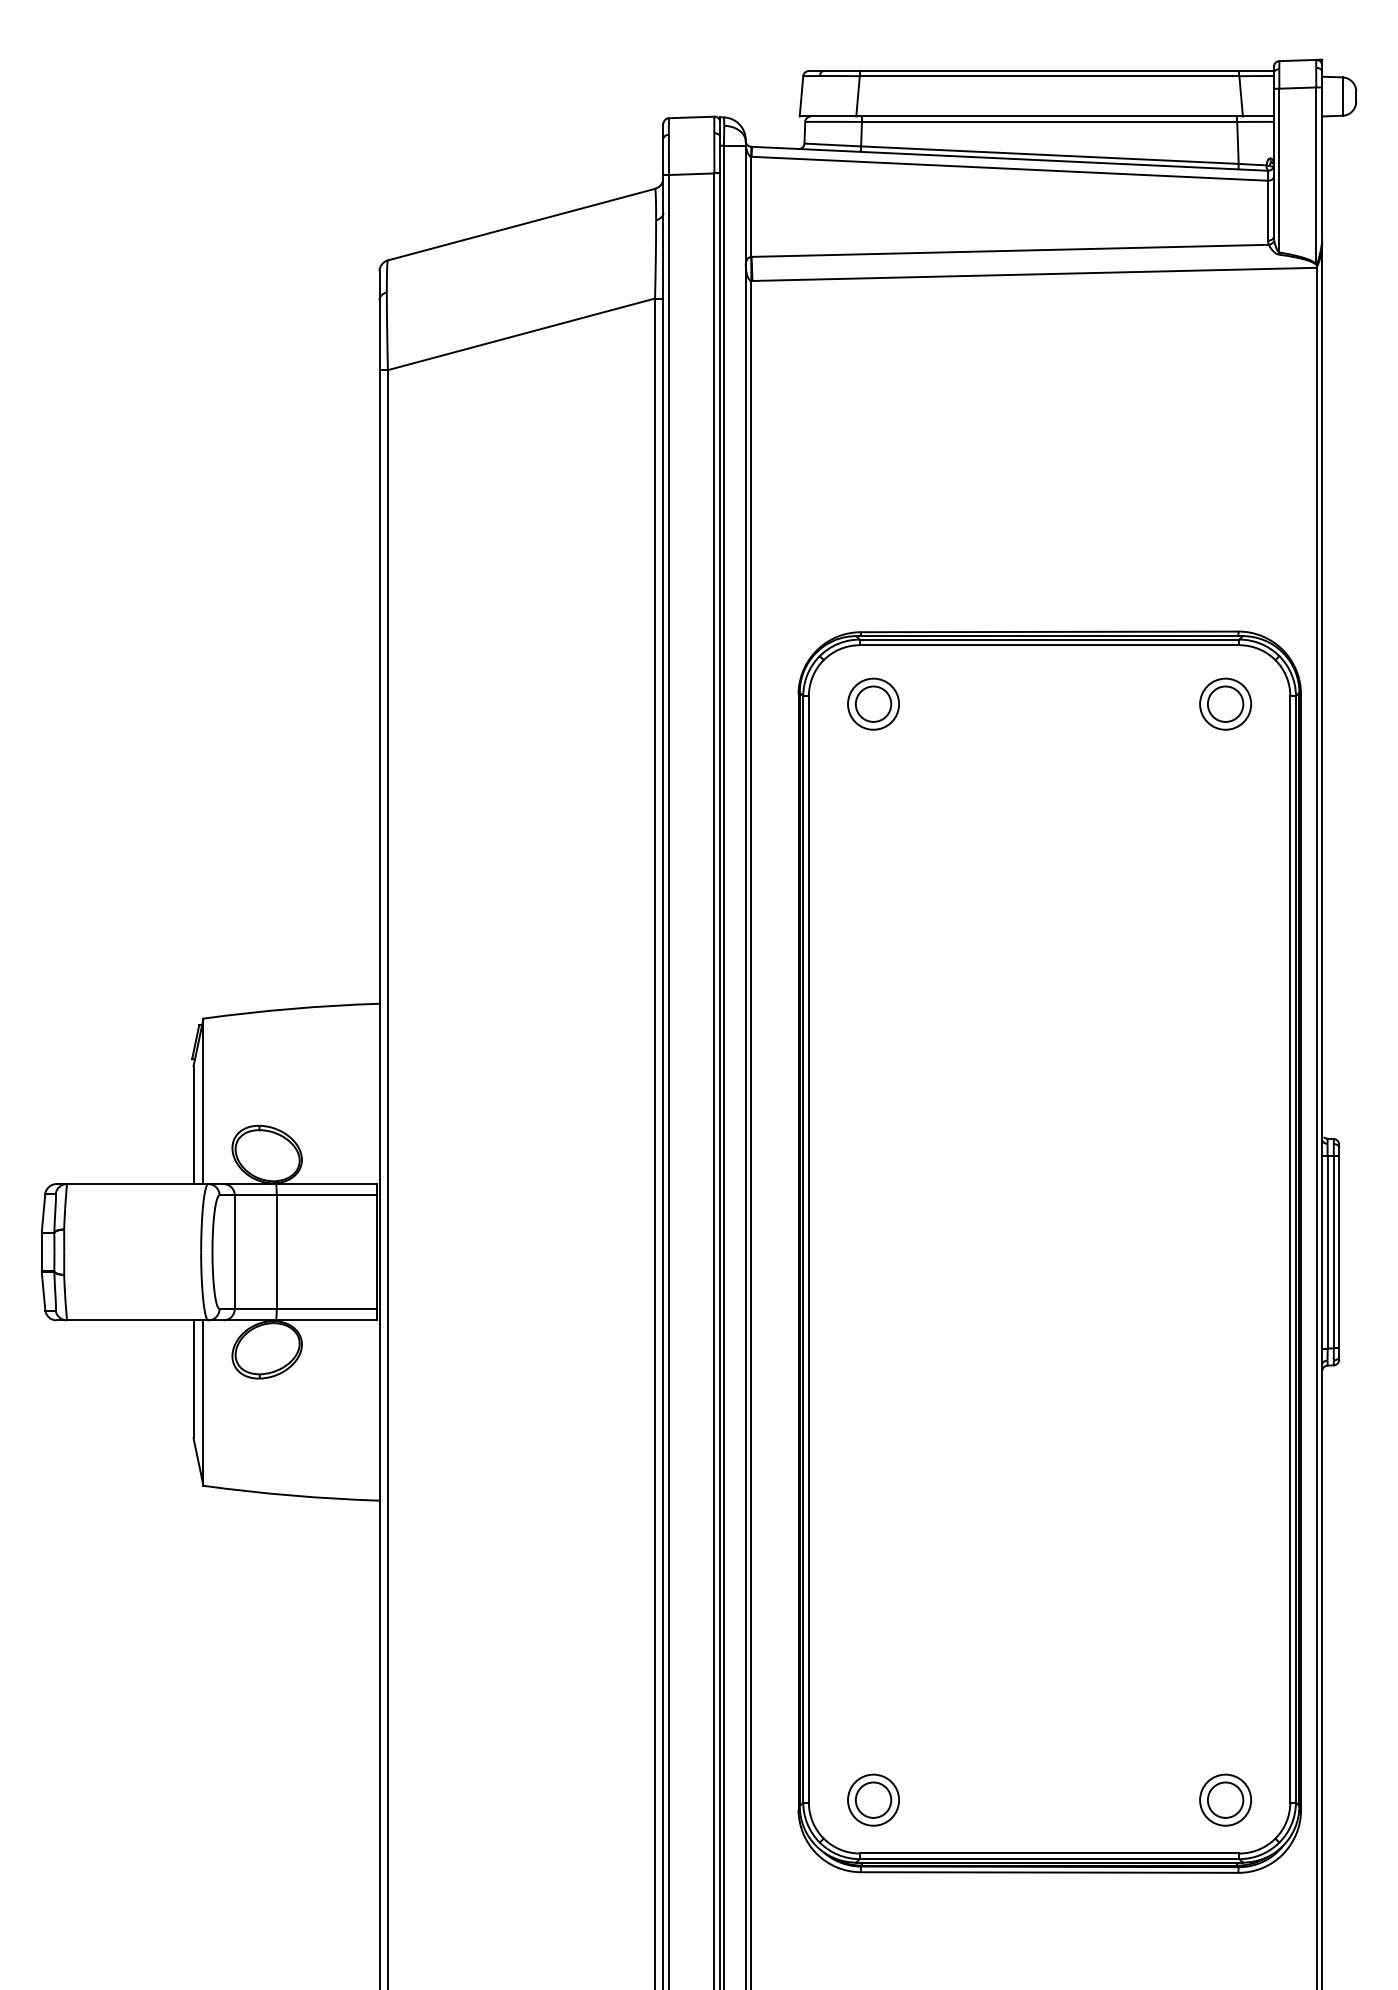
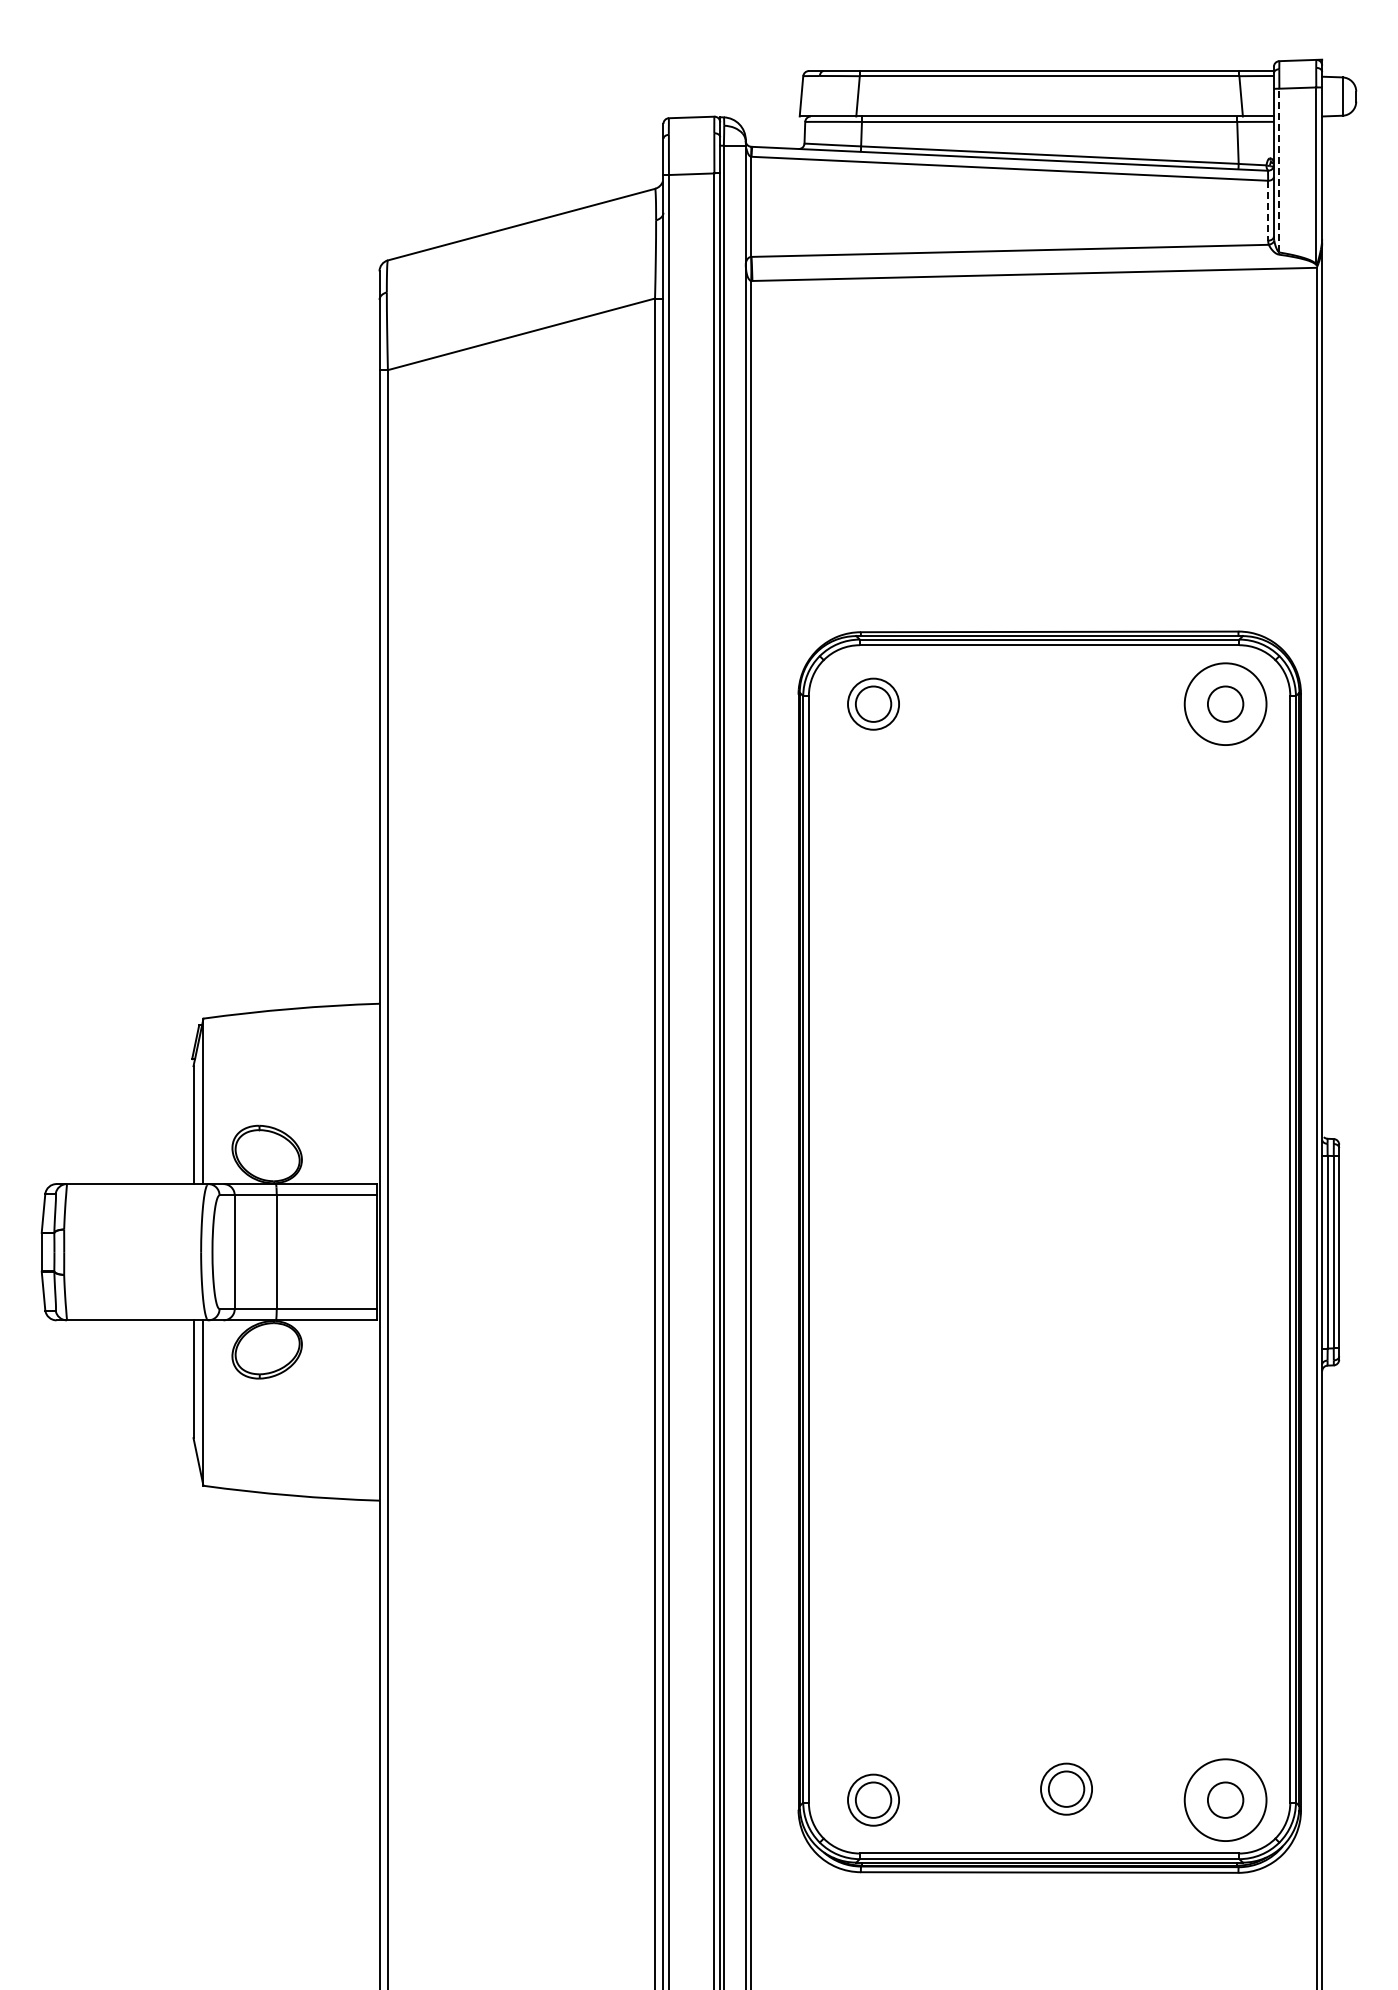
line at (1279, 170): solid -> dashed
line at (1268, 210): solid -> dashed
circle at (1225, 703) diameter: 51 px -> 82 px
part at (1066, 1788): none -> present
circle at (1225, 1799) diameter: 51 px -> 82 px
